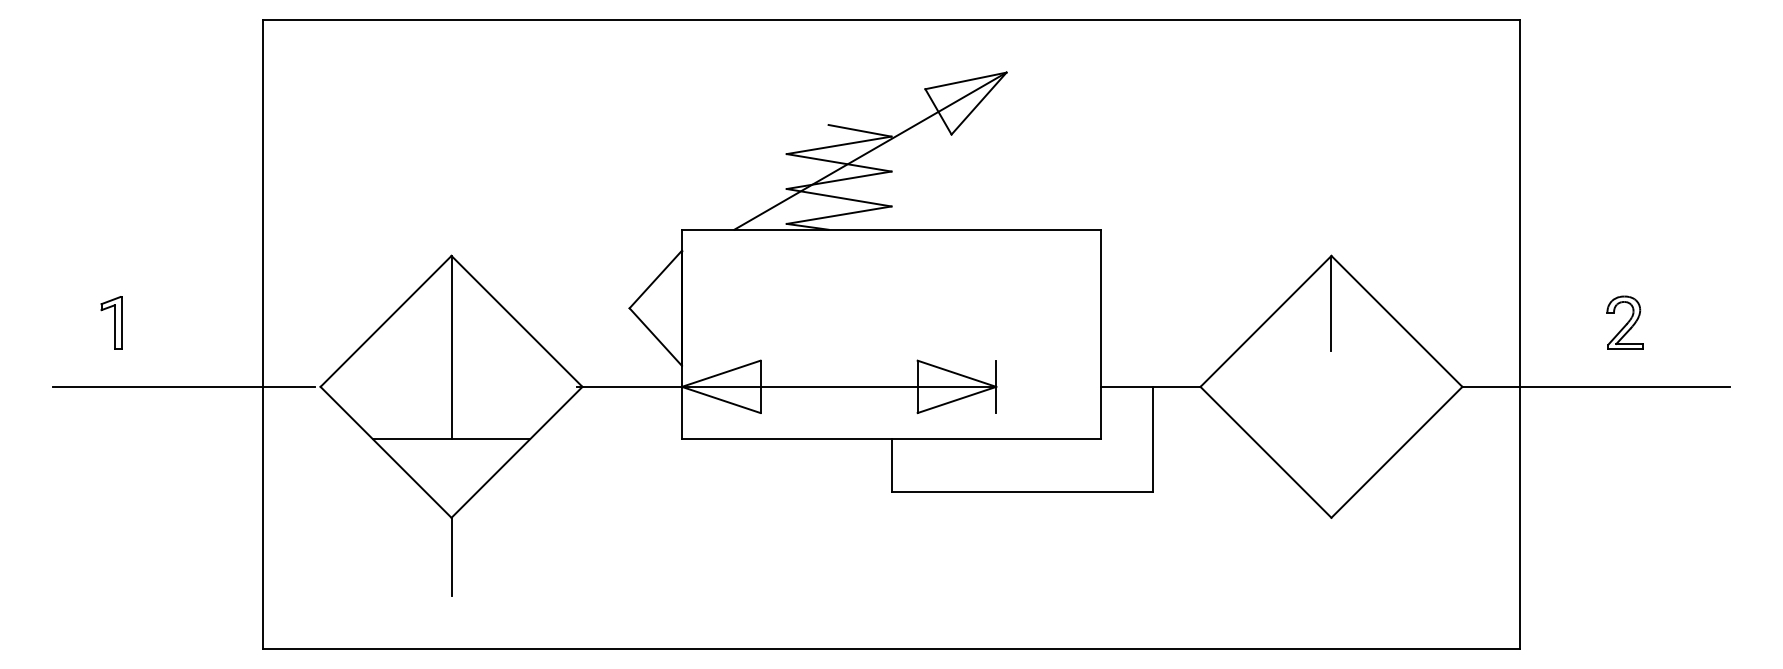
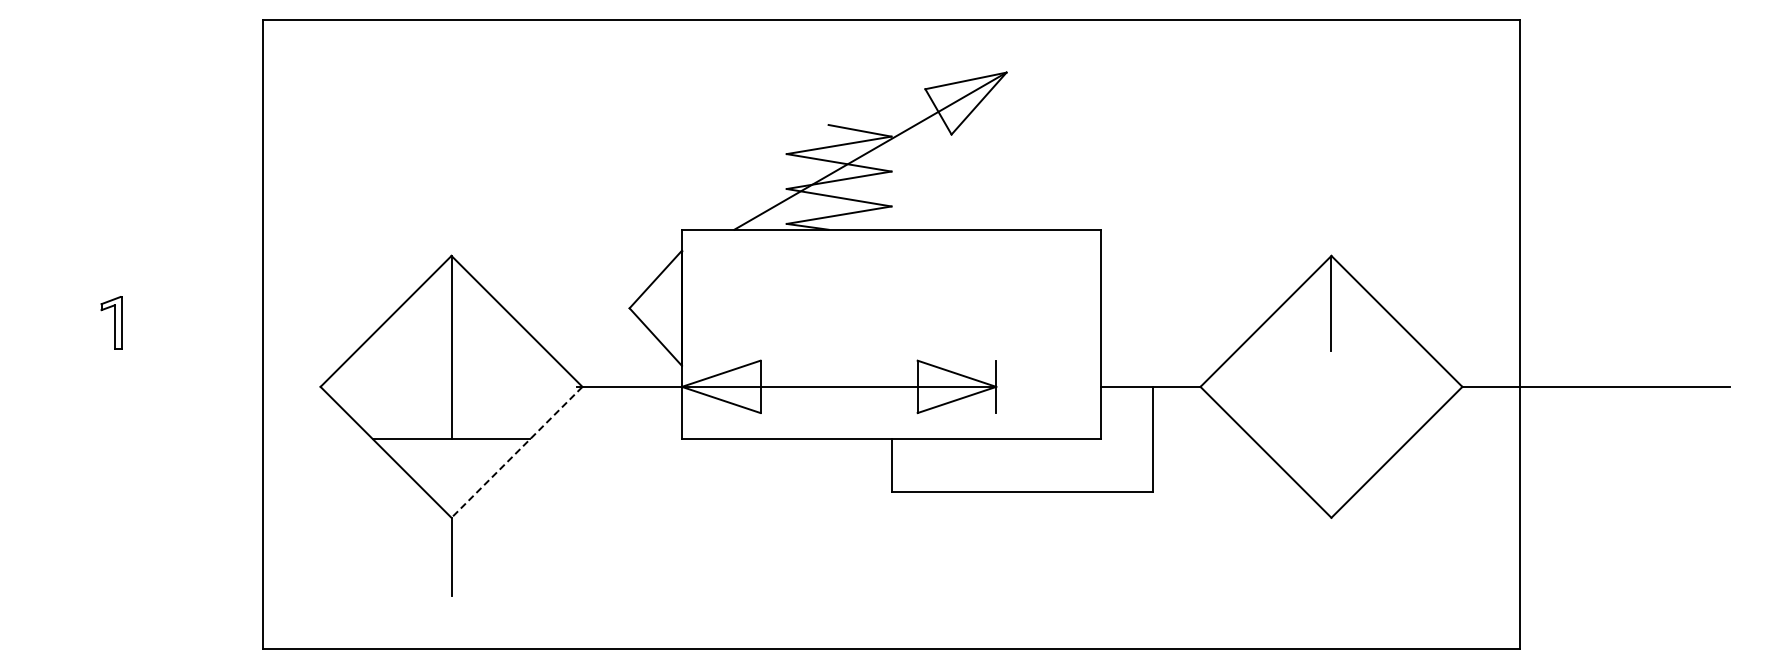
part at (1624, 322): present -> none
line at (184, 386): present -> none
line at (517, 452): solid -> dashed
